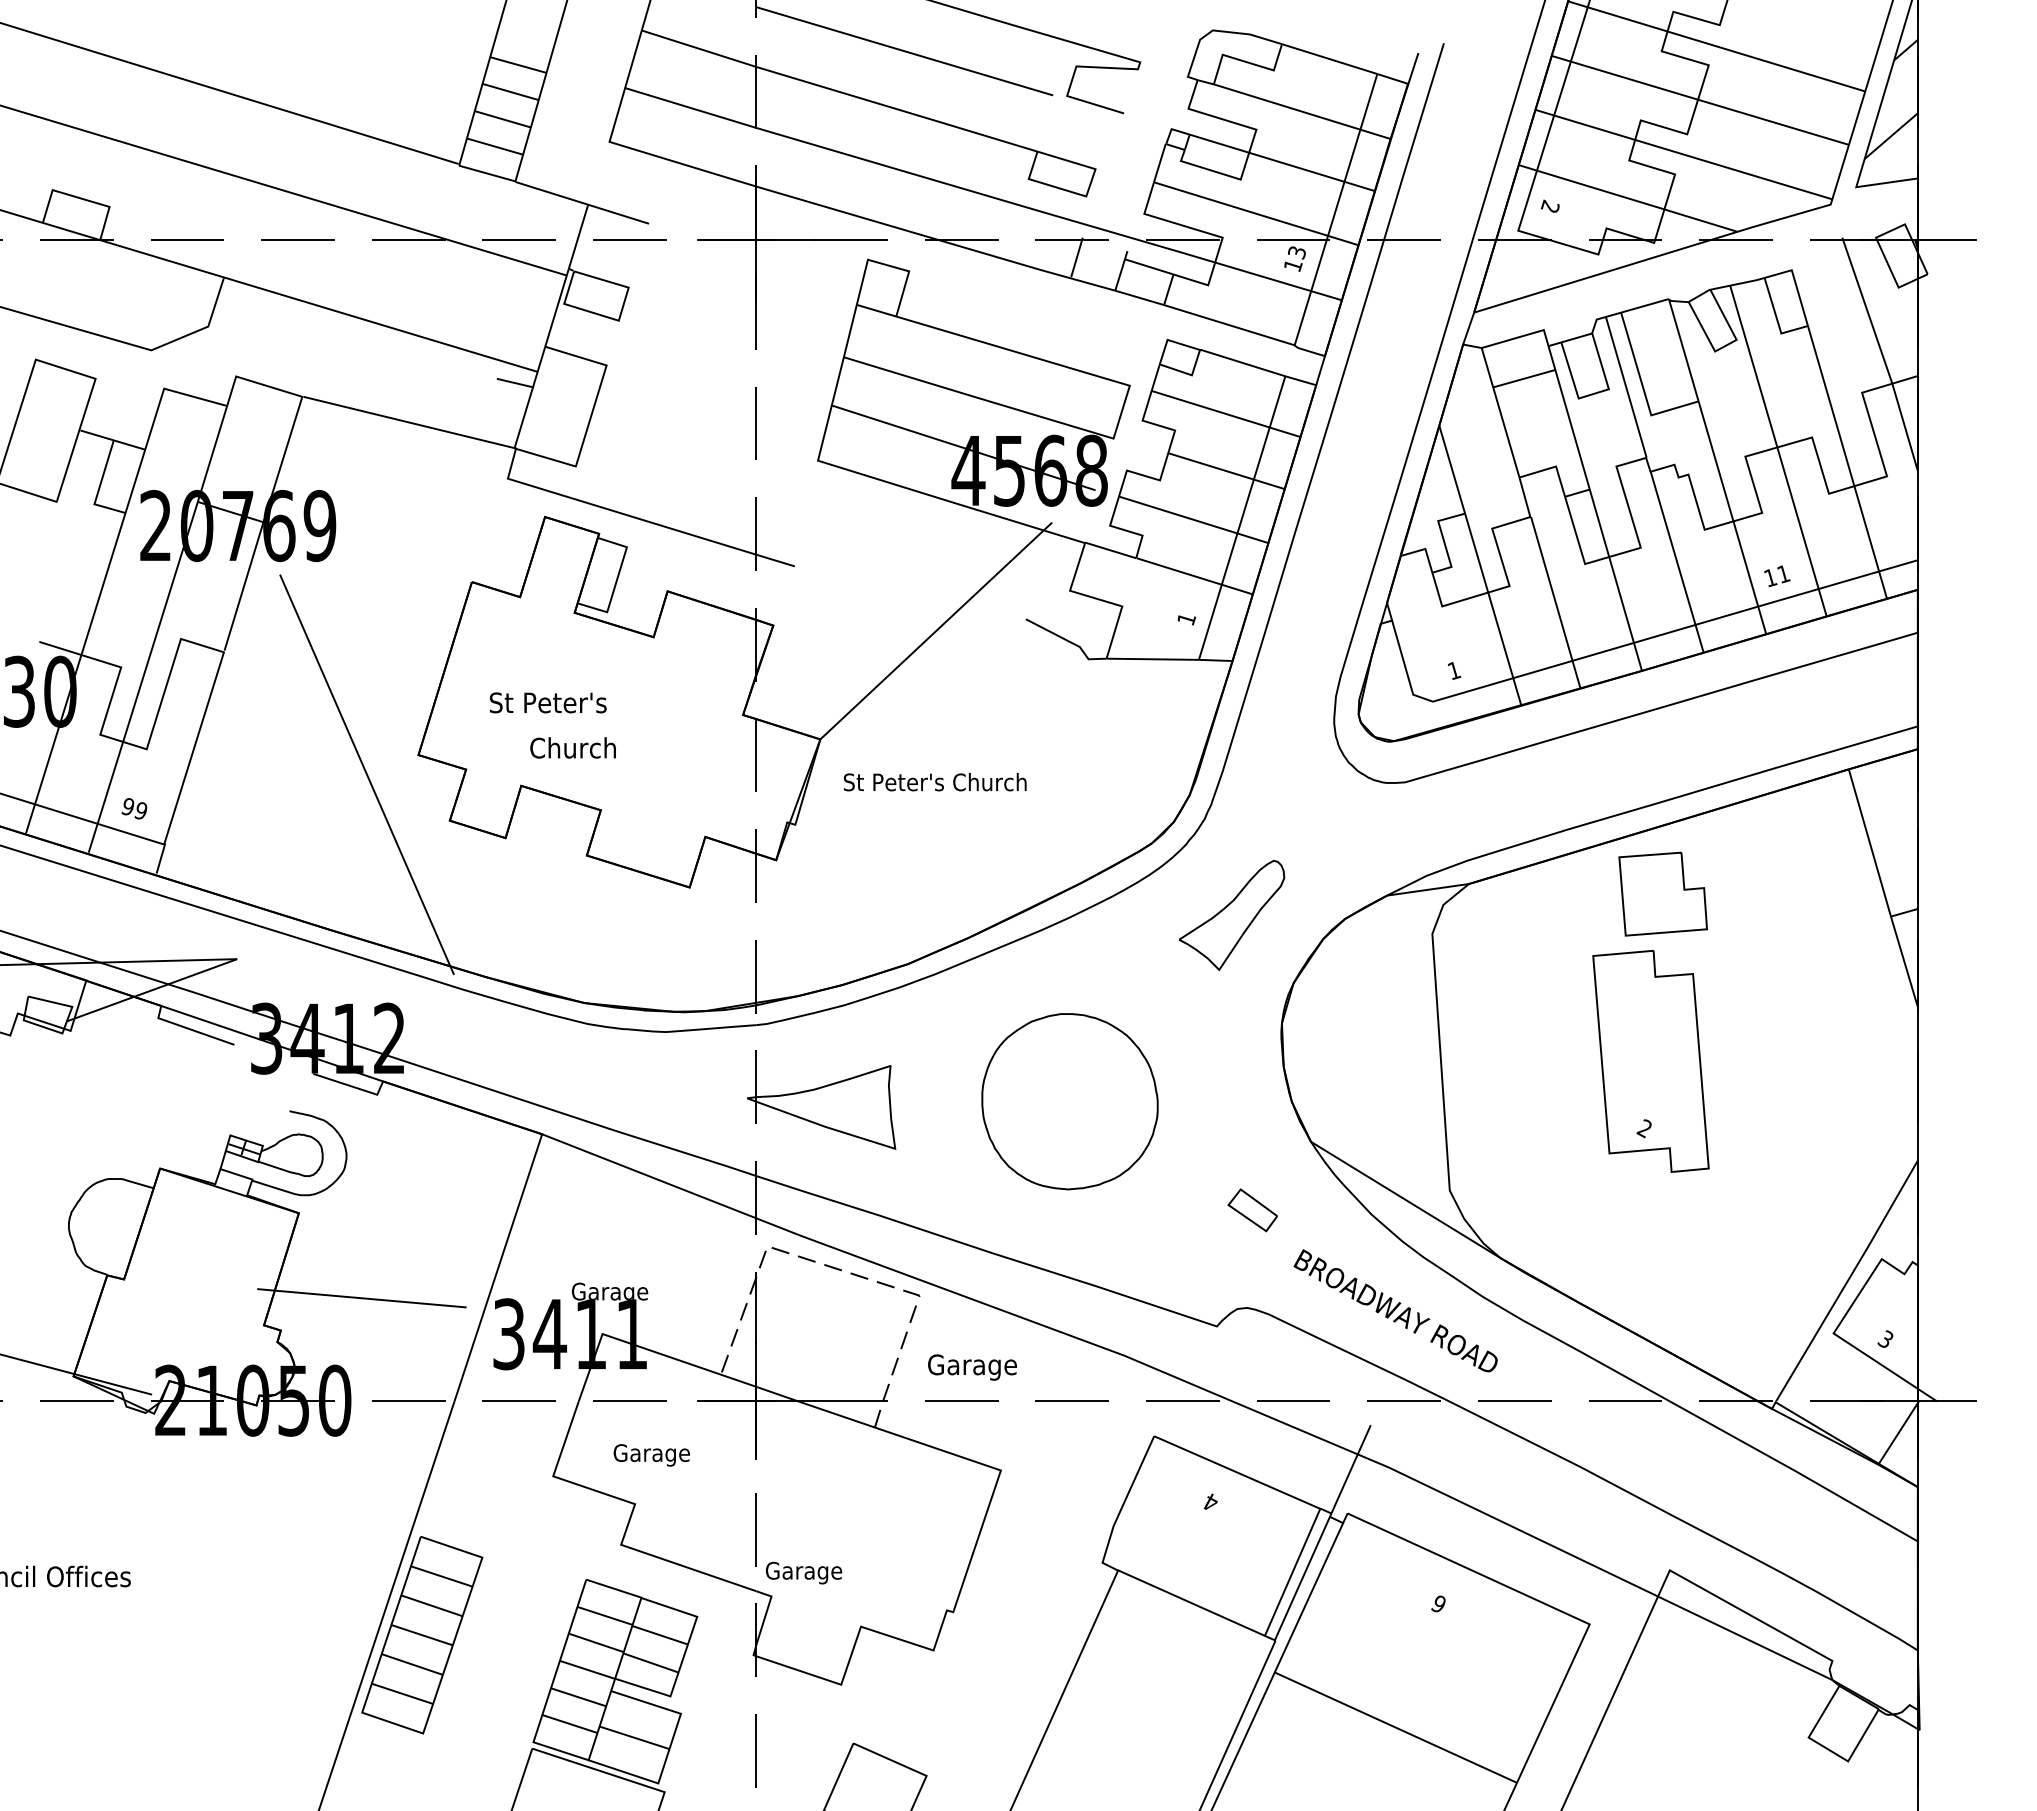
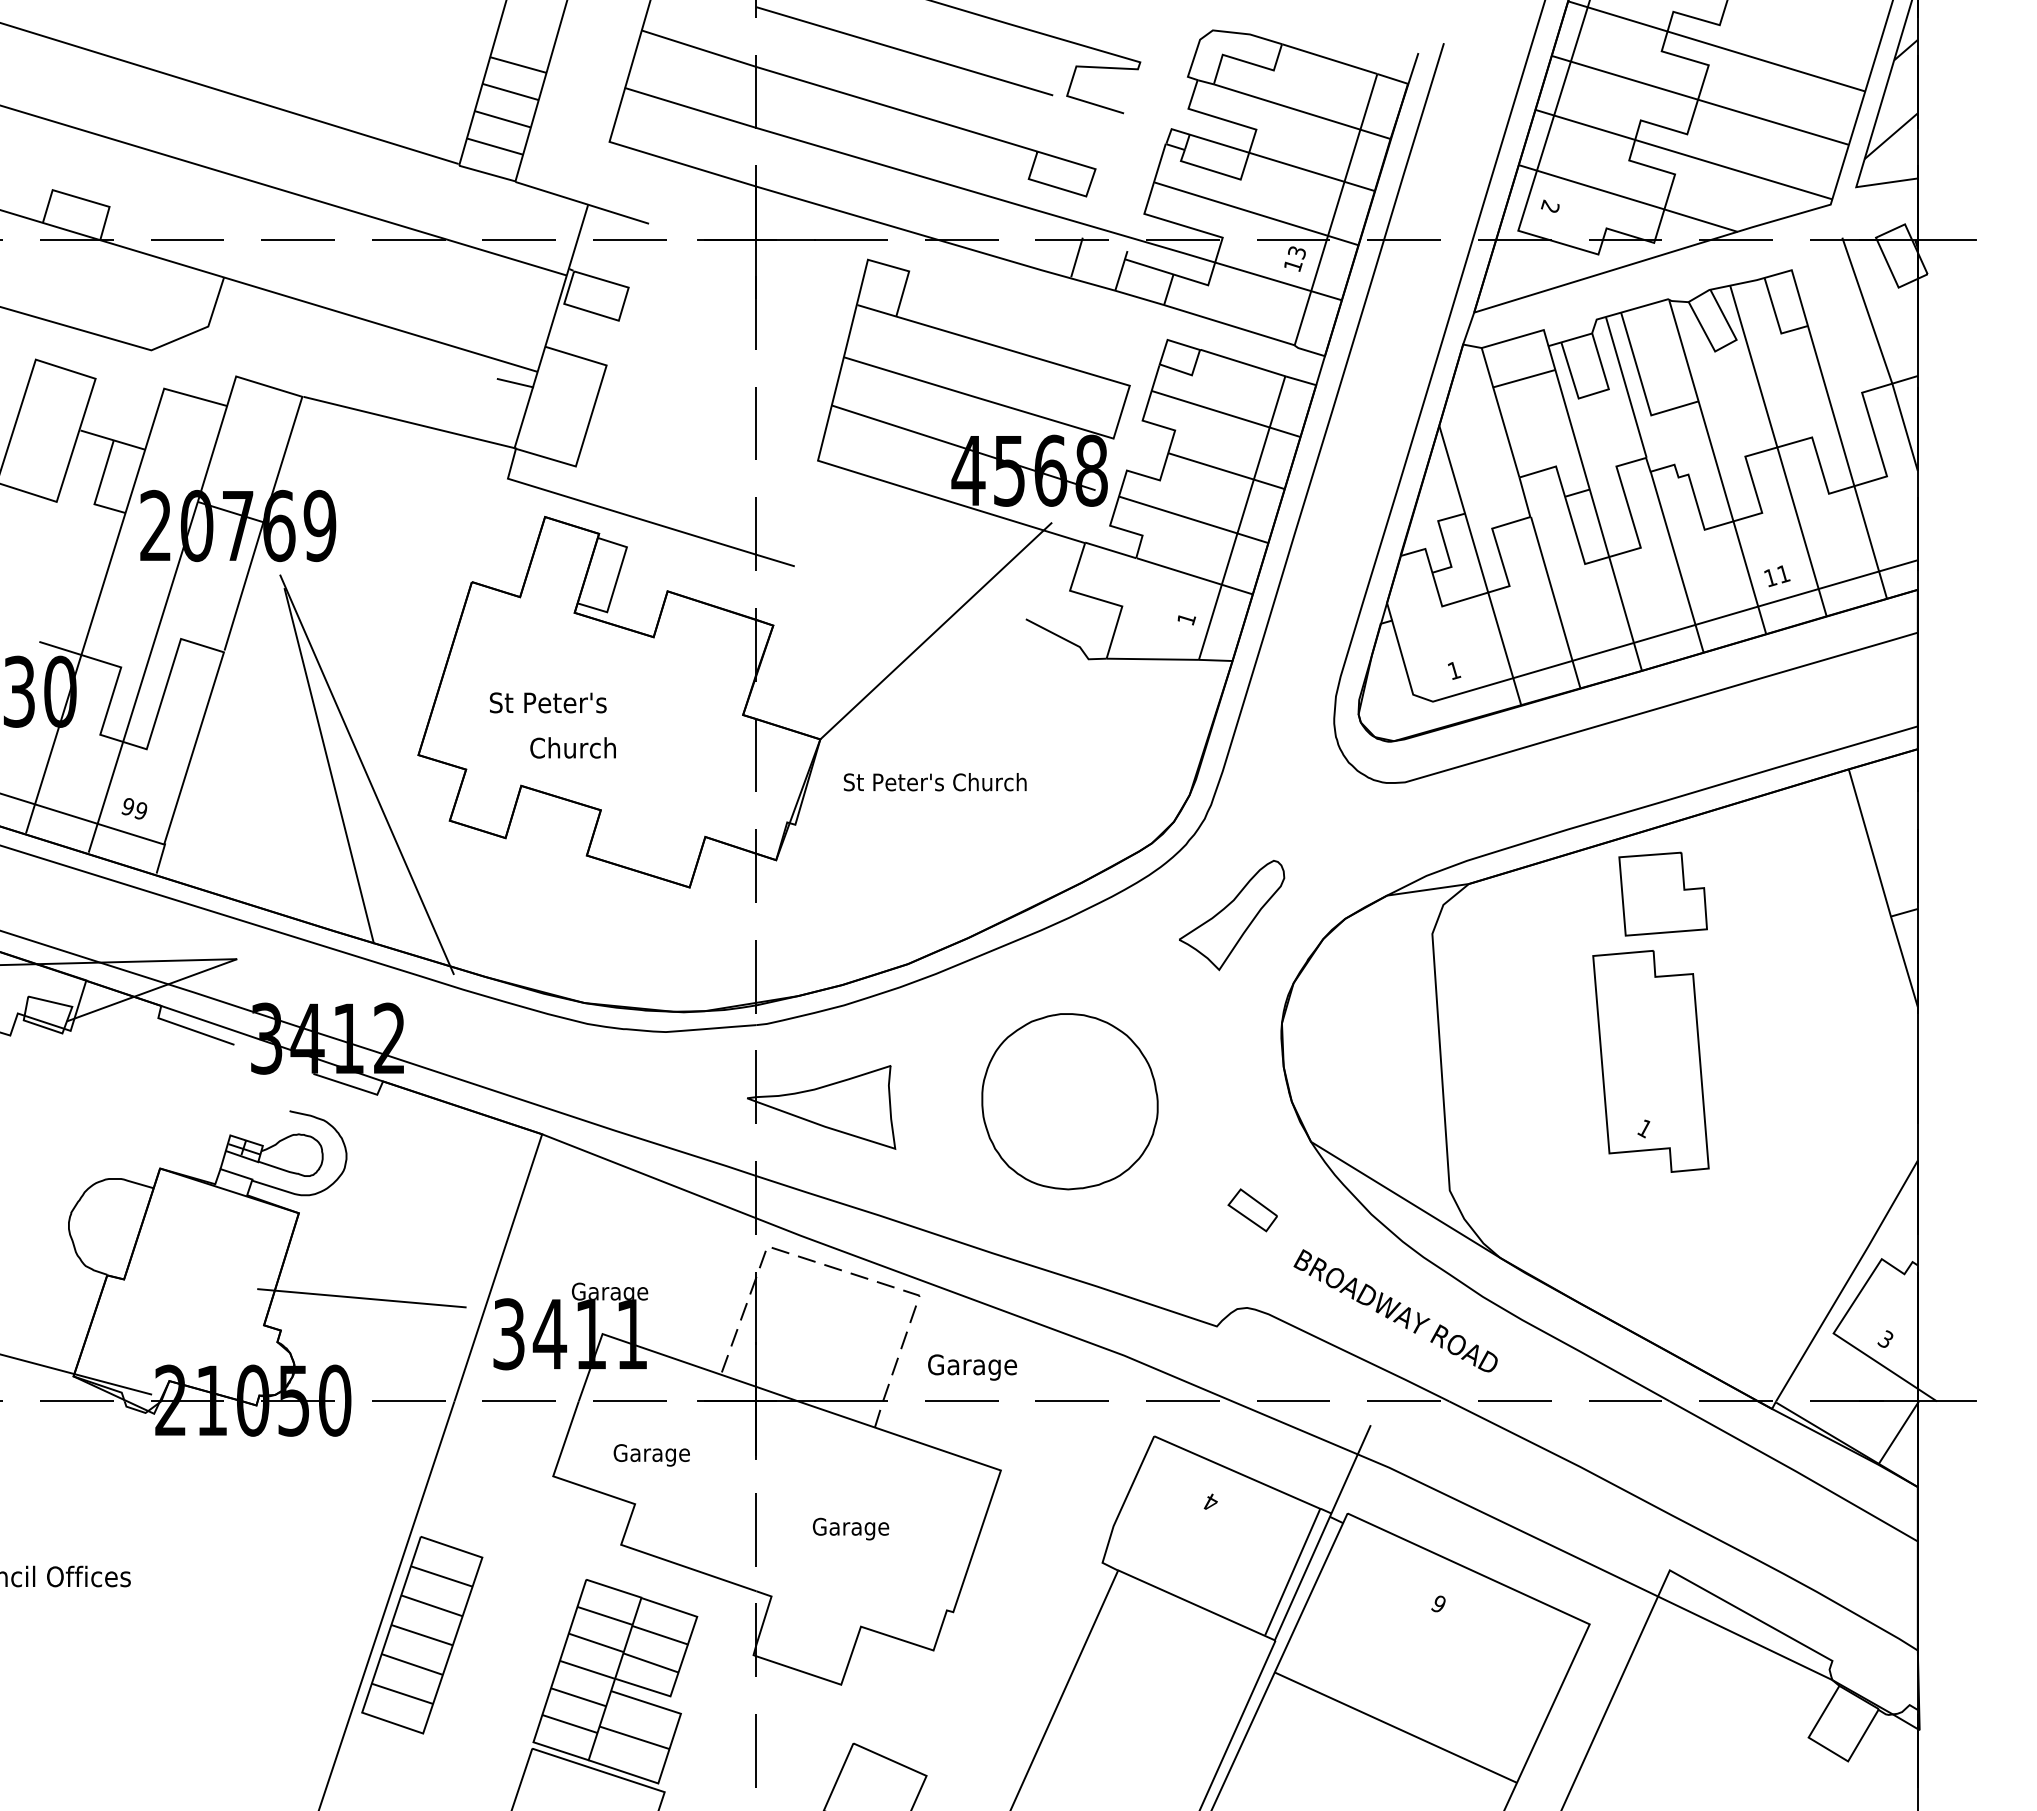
line at (328, 766): none -> present
text at (1643, 1128): 2 -> 1
text at (803, 1572) position: (803, 1572) -> (850, 1528)
